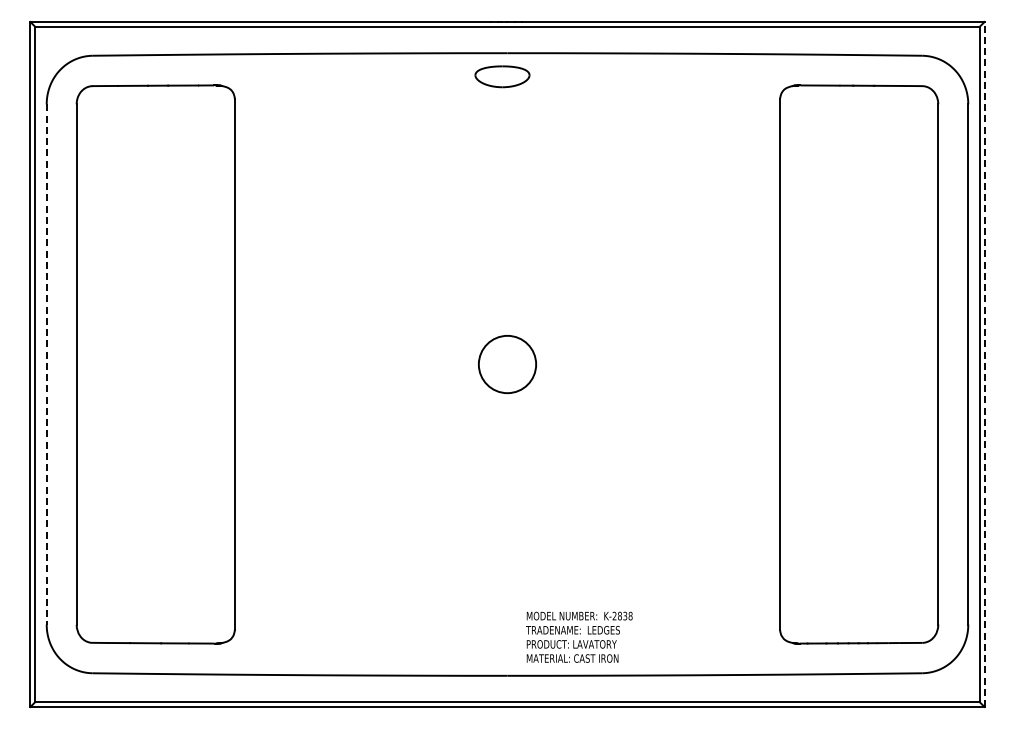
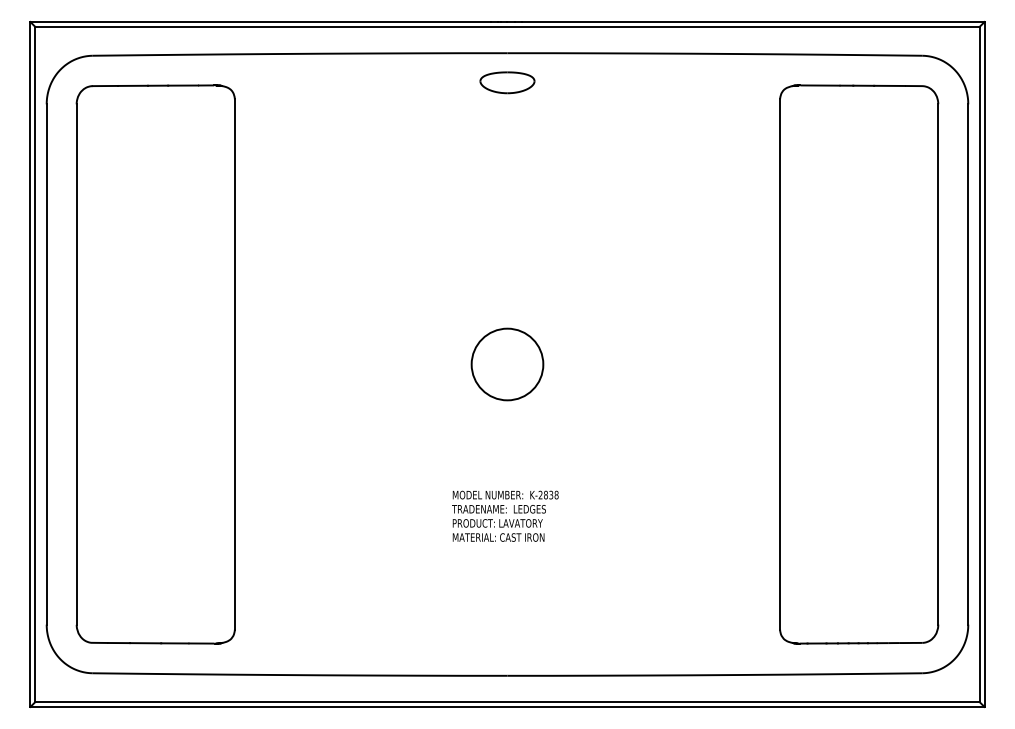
part at (502, 76) position: (502, 76) -> (507, 82)
line at (984, 363): dashed -> solid
circle at (507, 364) diameter: 57 px -> 72 px
line at (46, 365): dashed -> solid
text at (579, 636) position: (579, 636) -> (505, 515)
